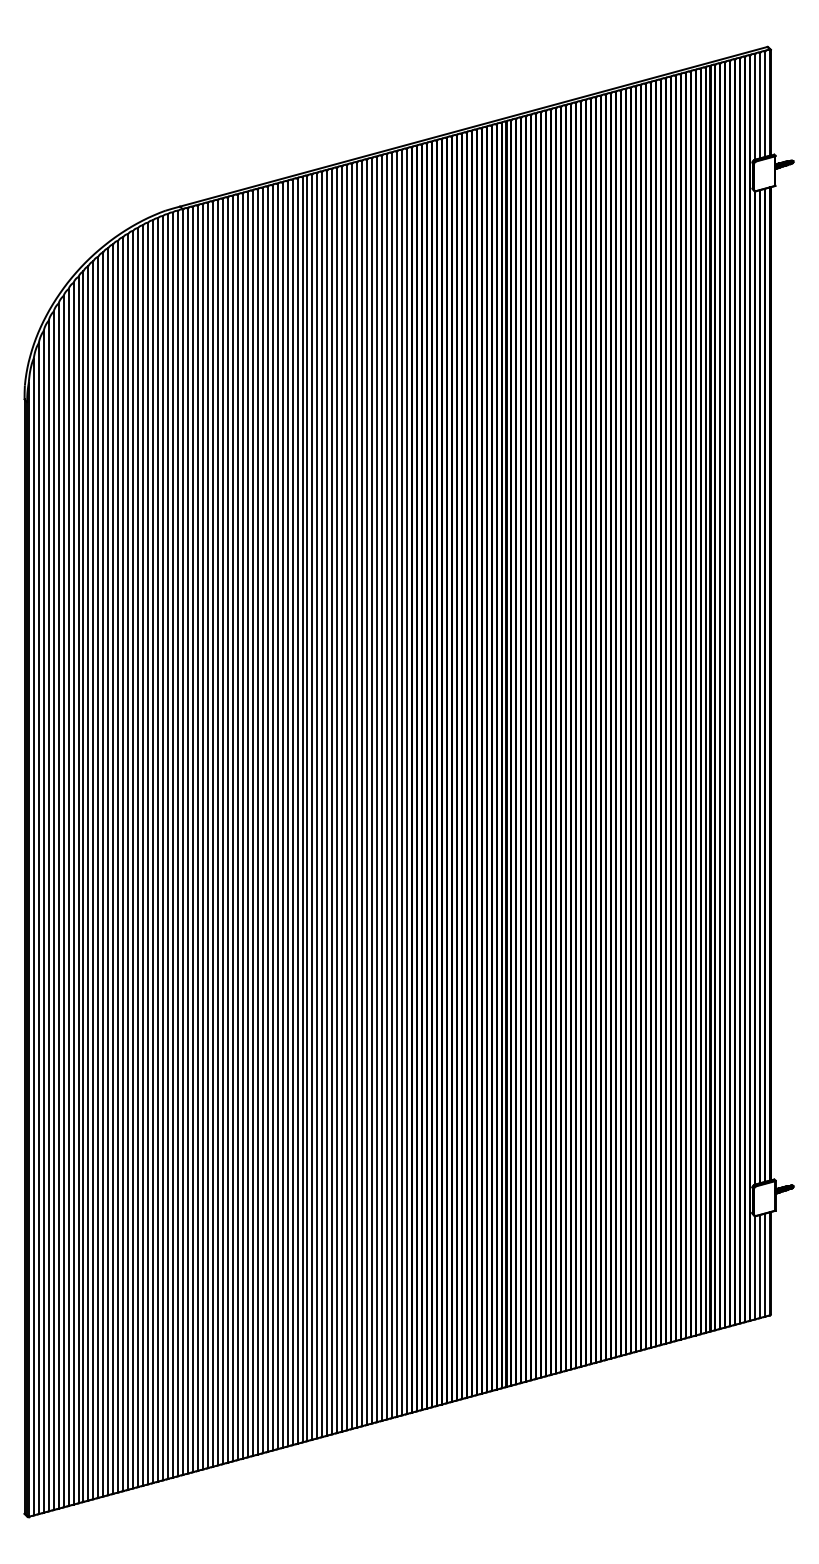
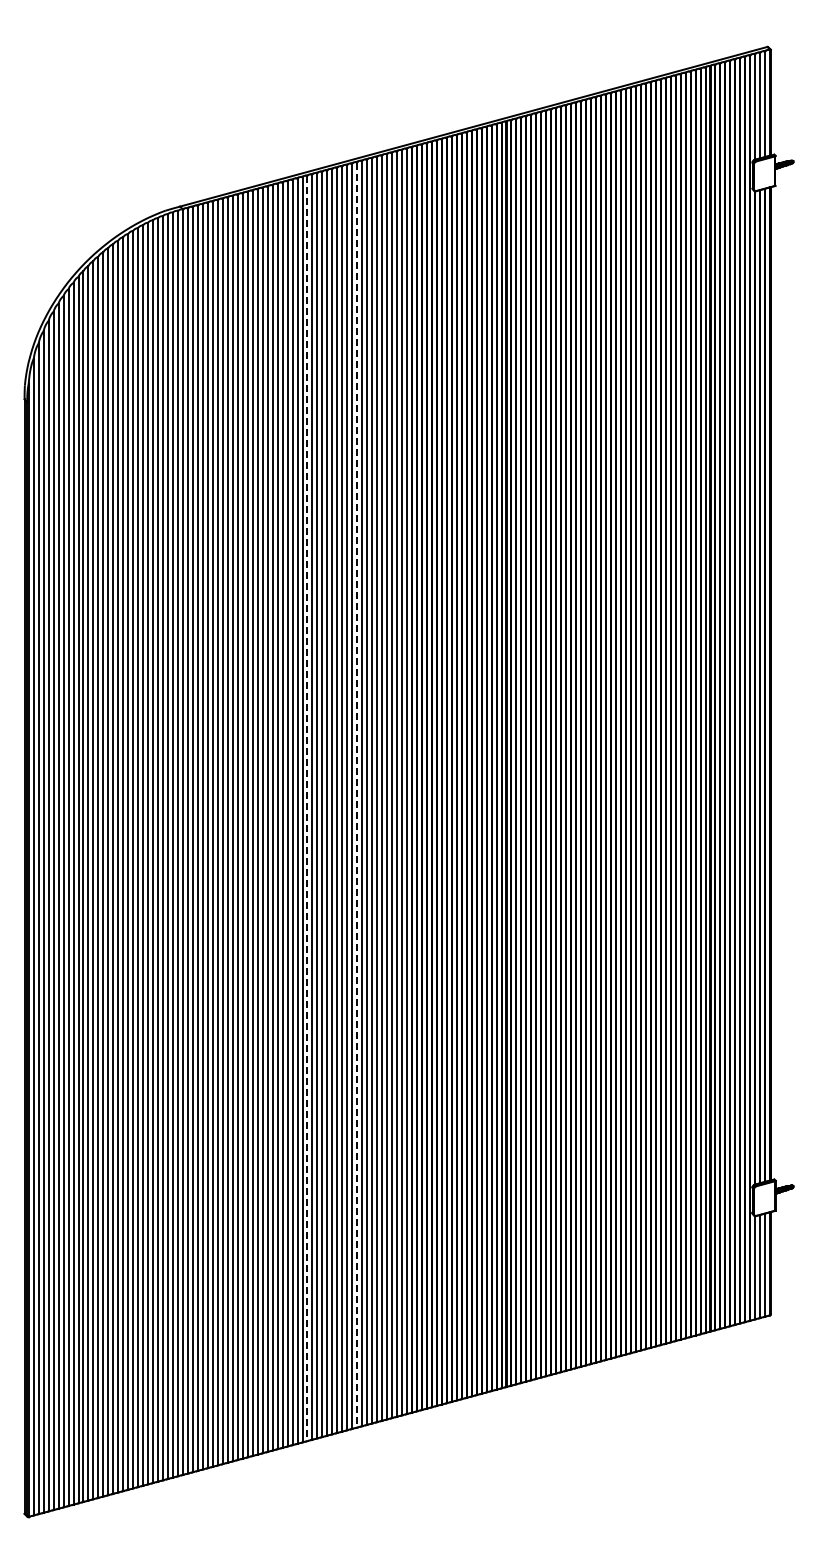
line at (357, 795): solid -> dashed
line at (307, 809): solid -> dashed
